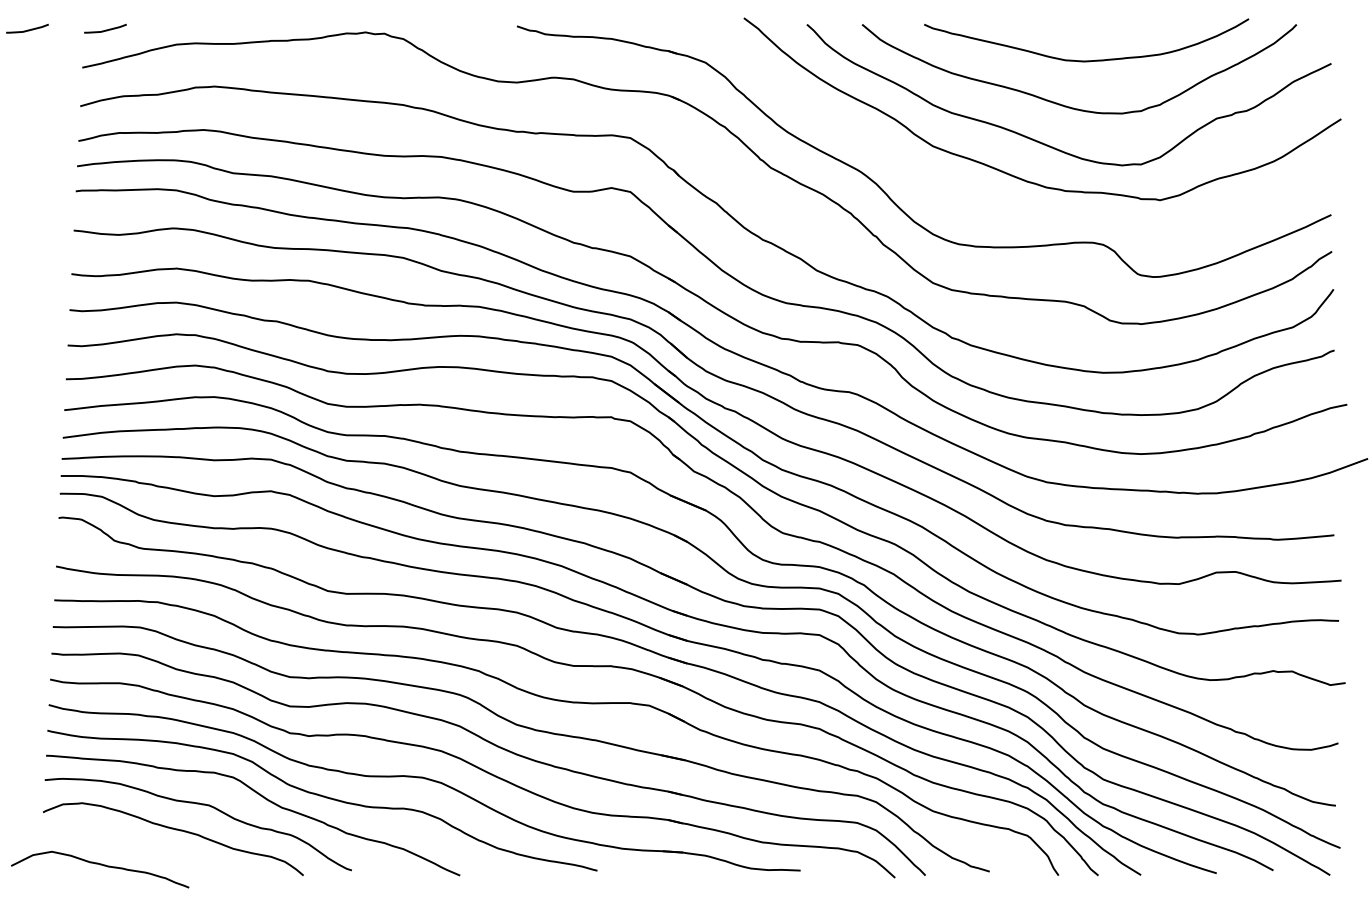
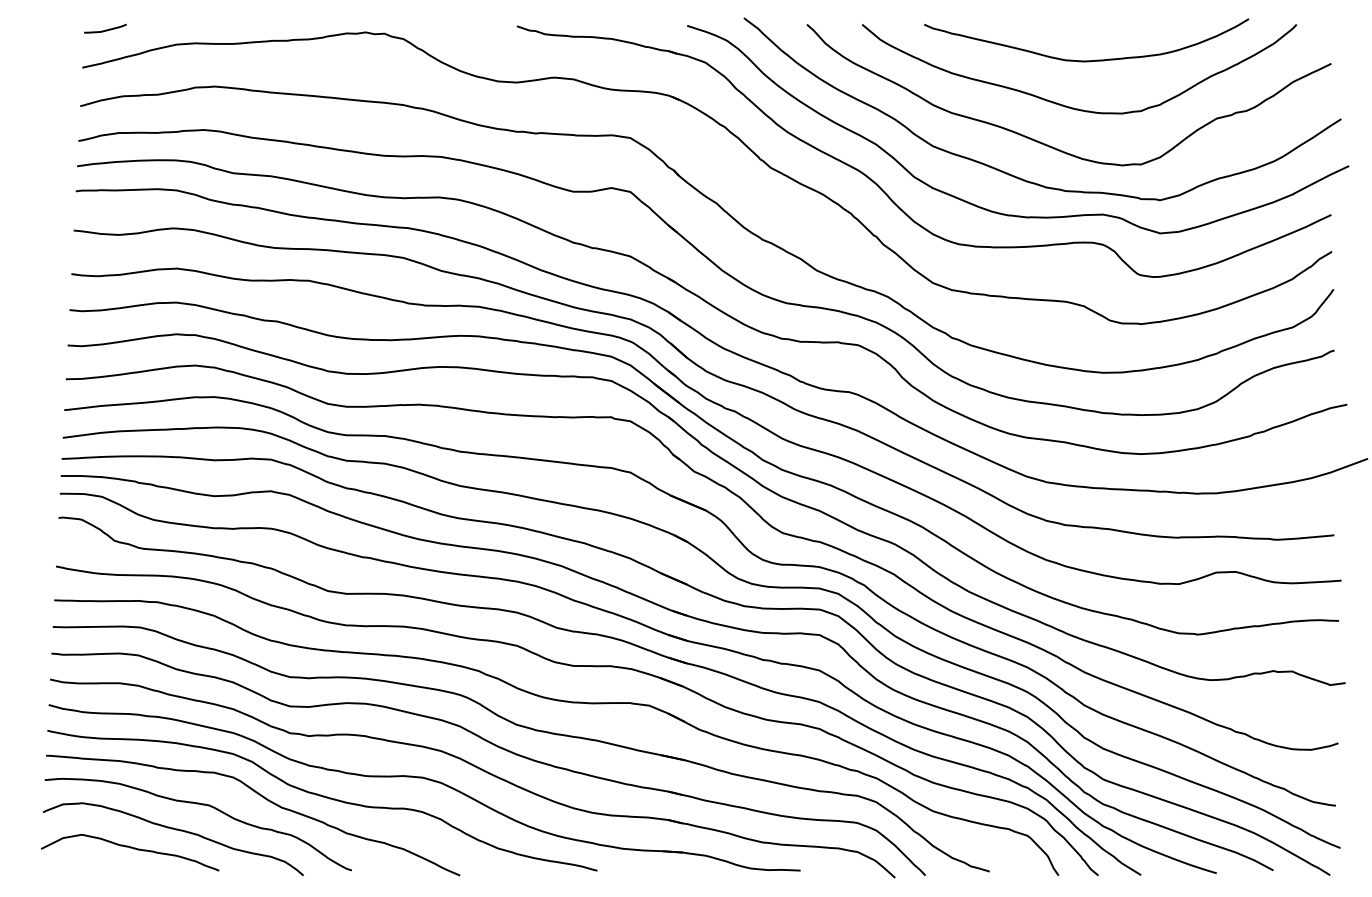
line at (27, 29): present -> none
curve at (996, 211): none -> present
curve at (100, 865) position: (100, 865) -> (130, 848)
